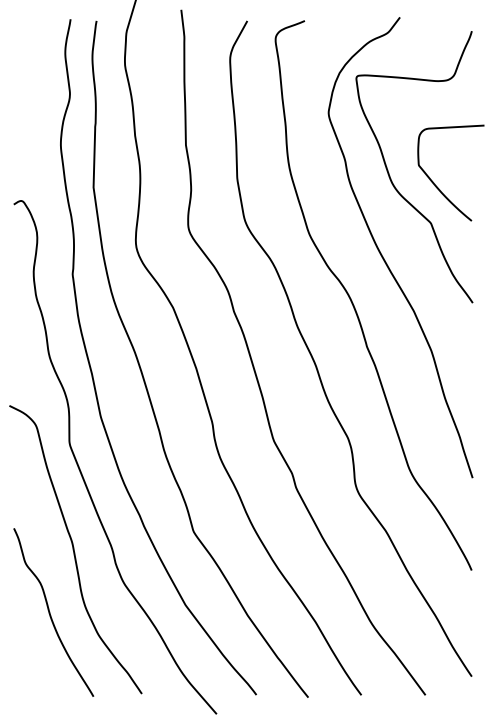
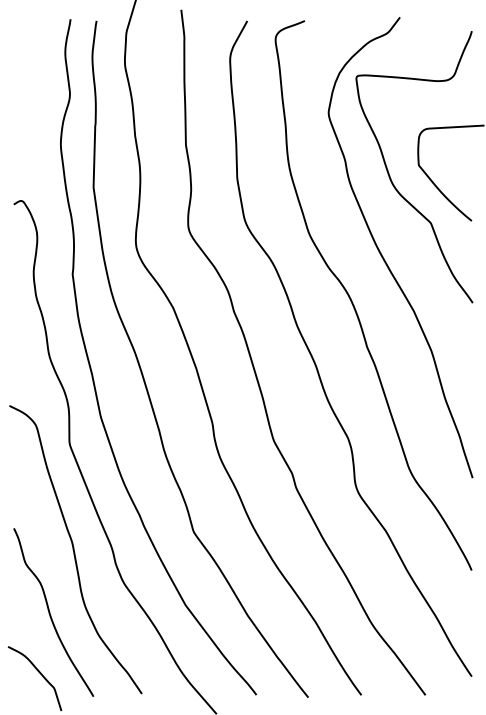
curve at (39, 673): none -> present
